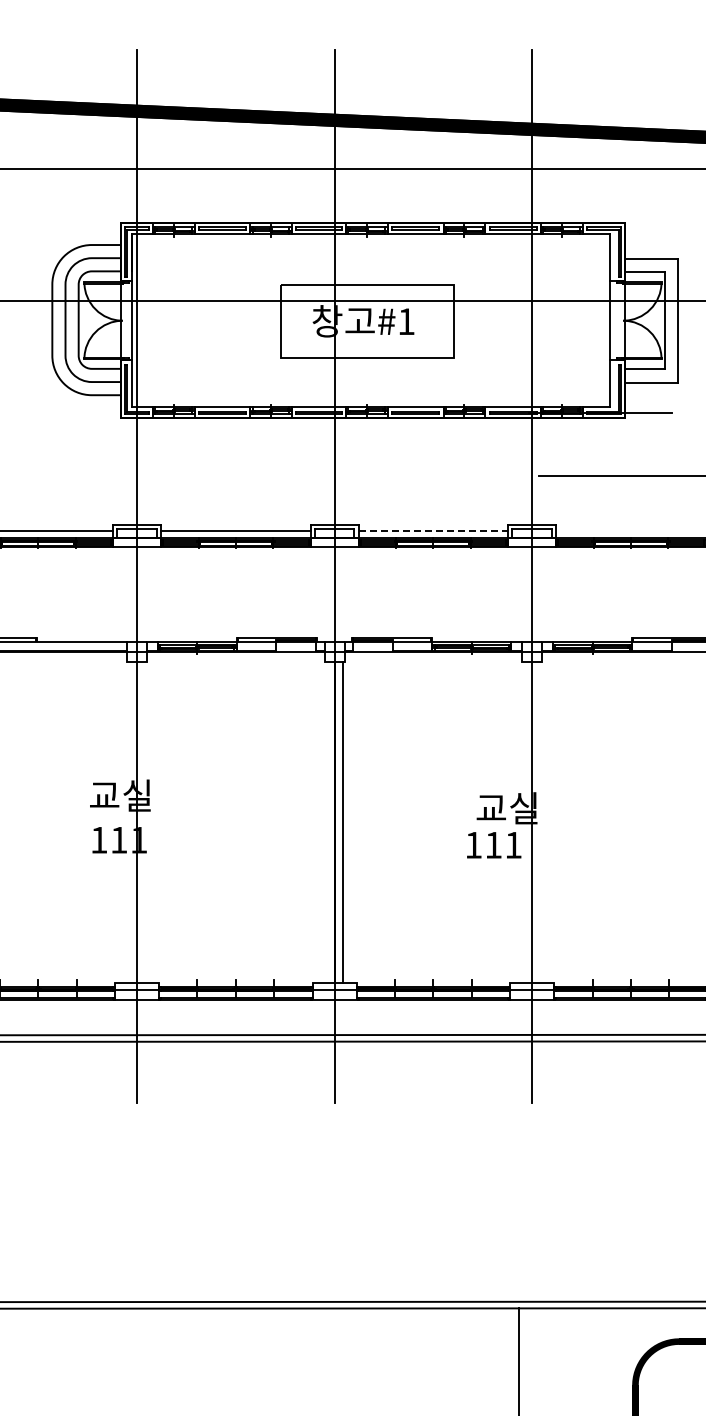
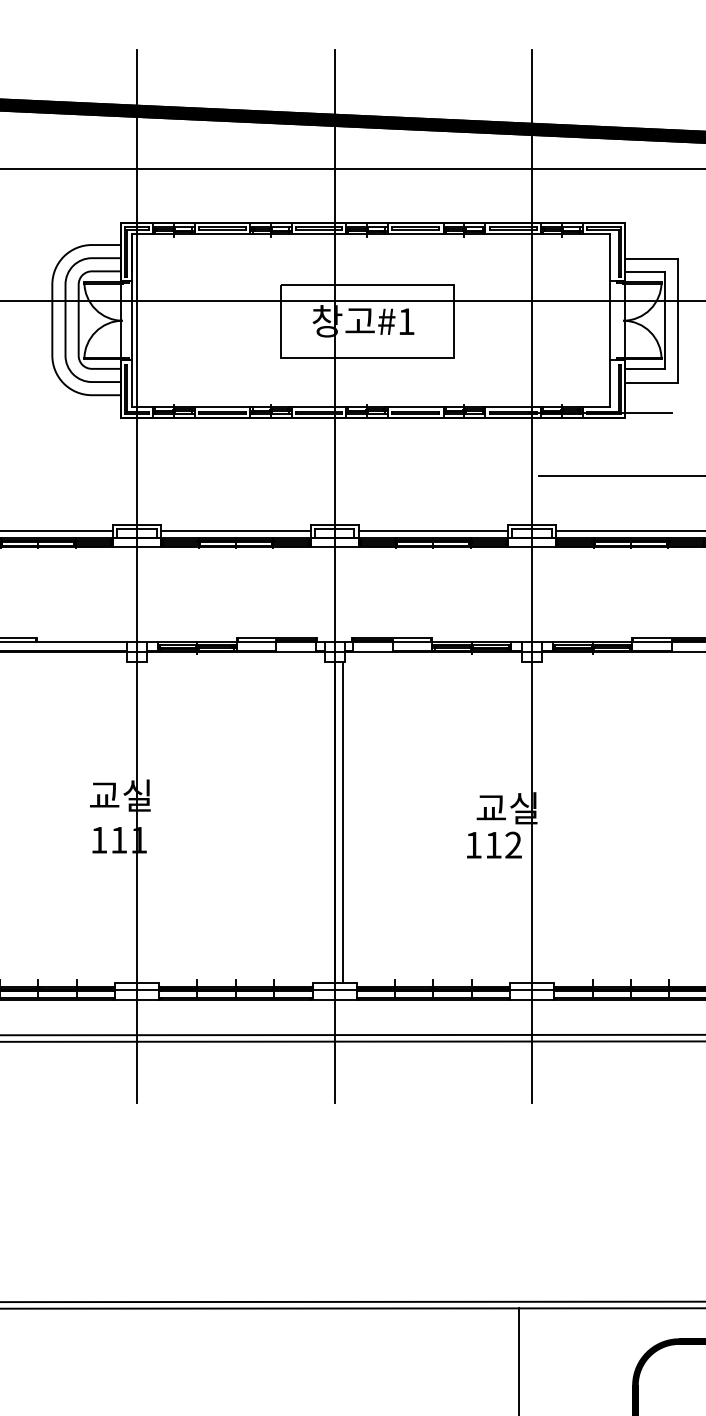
line at (433, 530): dashed -> solid
line at (629, 530): none -> present
text at (513, 844): 111 -> 112
